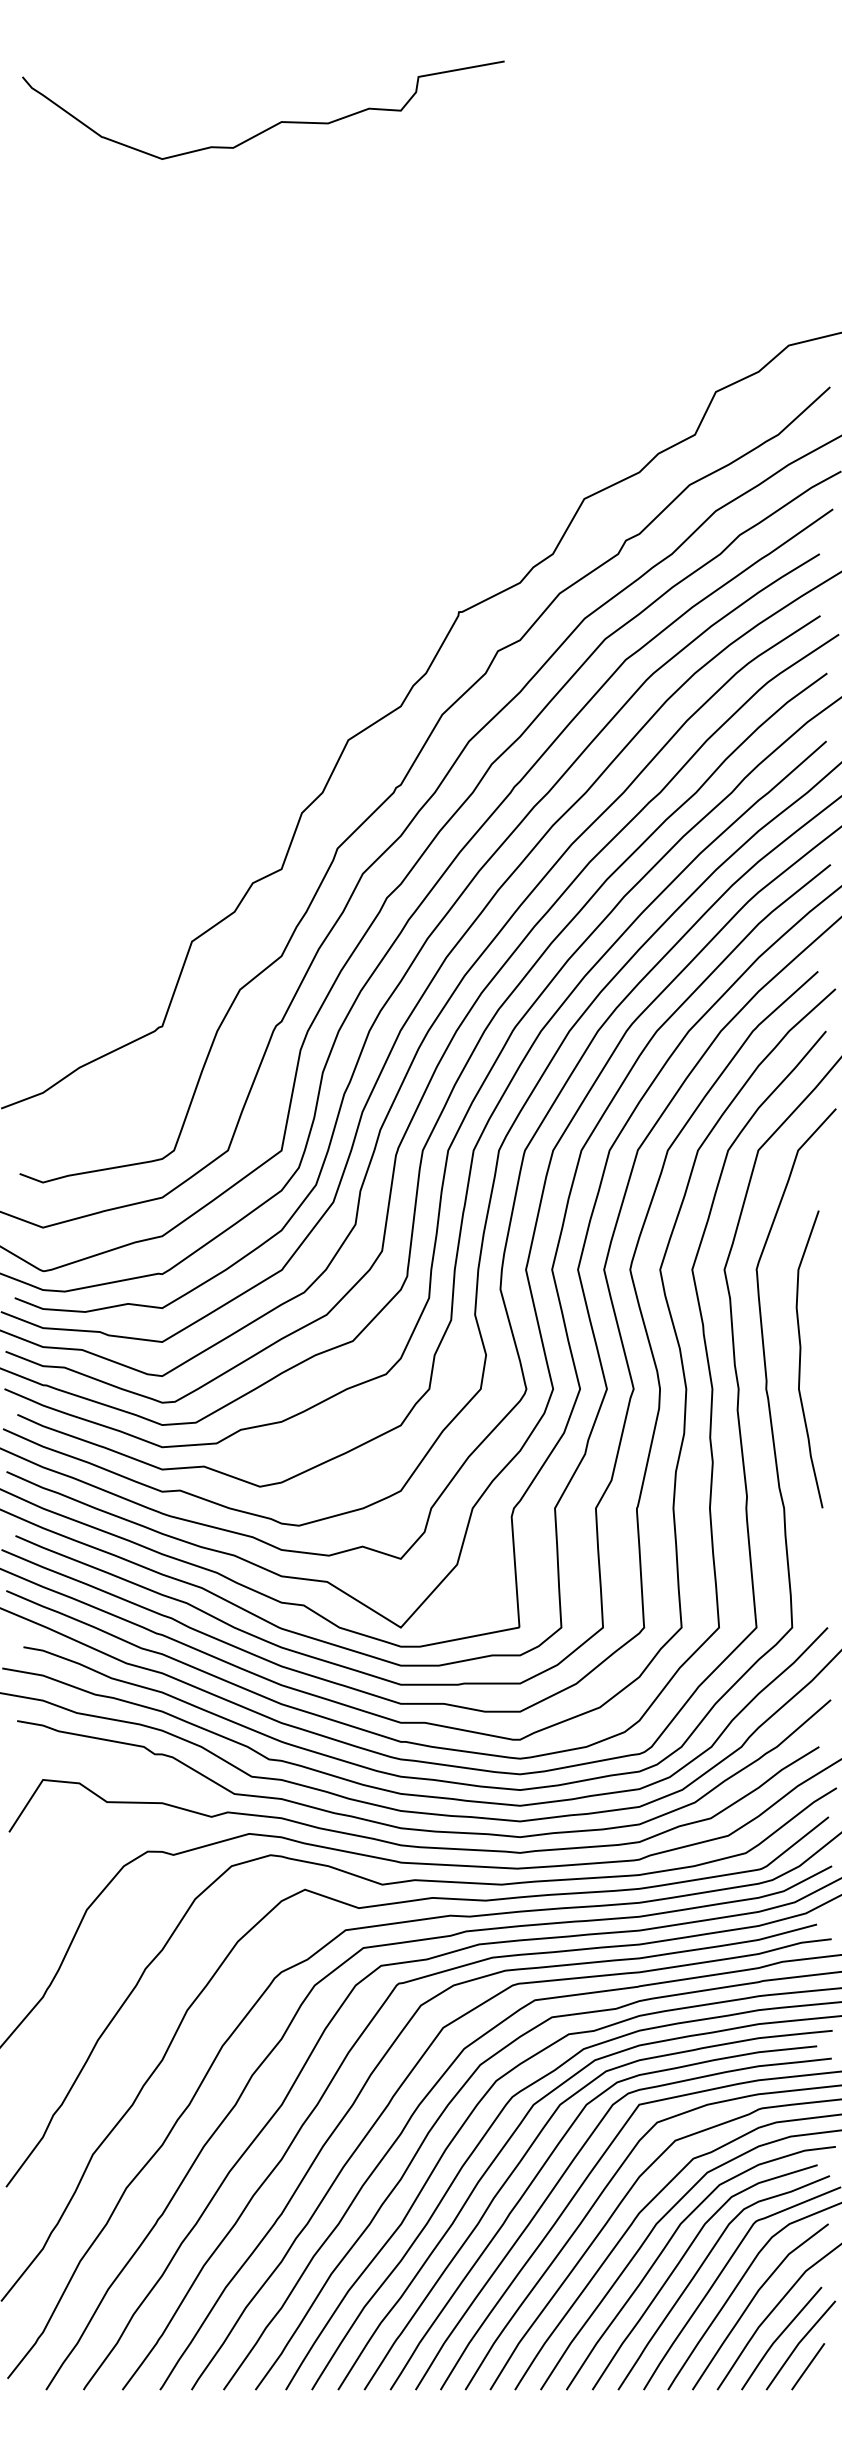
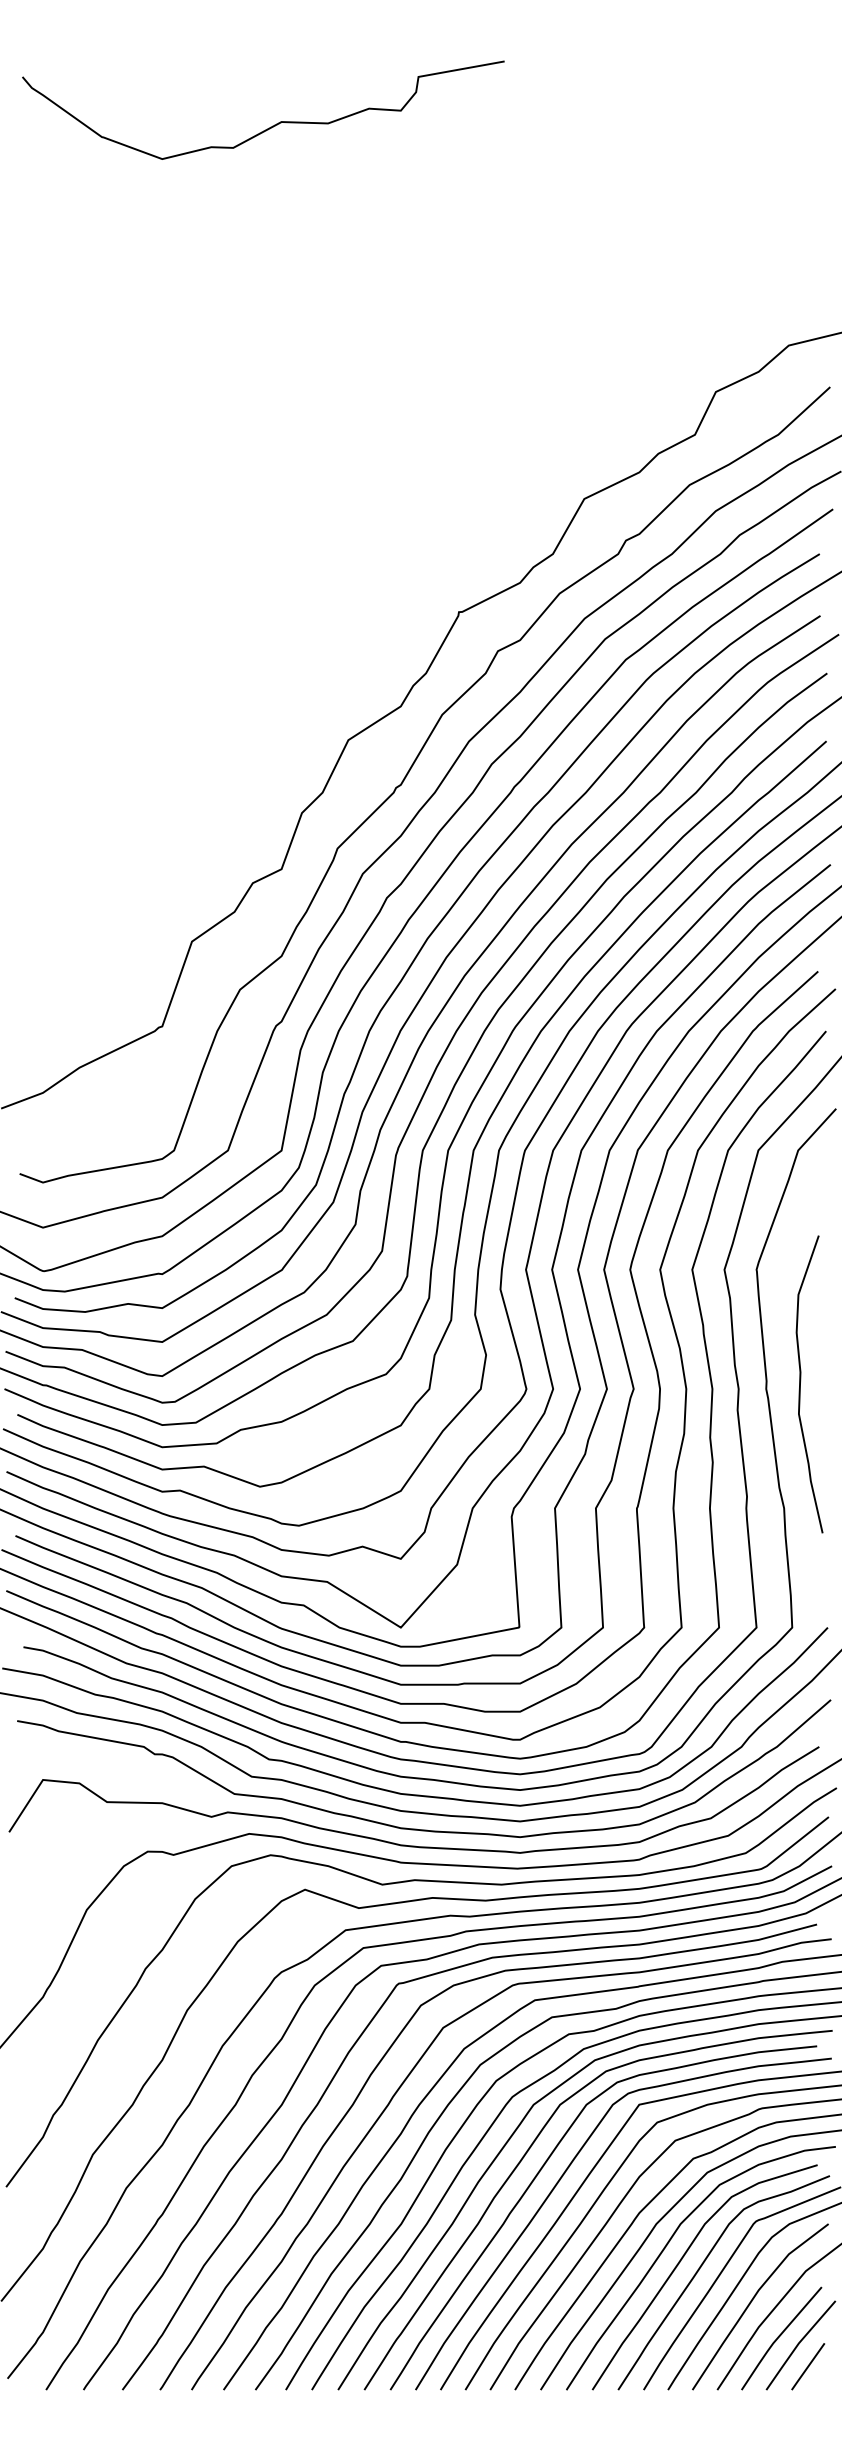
curve at (801, 1355) position: (801, 1355) -> (801, 1380)
